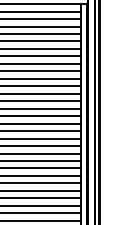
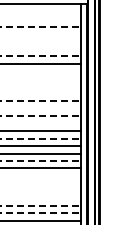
line at (41, 11): present -> none
line at (41, 19): present -> none
line at (41, 26): solid -> dashed
line at (41, 33): present -> none
line at (41, 41): present -> none
line at (41, 48): present -> none
line at (41, 56): solid -> dashed
line at (41, 71): present -> none
line at (41, 78): present -> none
line at (41, 86): present -> none
line at (41, 93): present -> none
line at (41, 101): solid -> dashed
line at (41, 108): present -> none
line at (41, 116): solid -> dashed
line at (41, 123): present -> none
line at (41, 138): solid -> dashed
line at (41, 160): solid -> dashed
line at (41, 175): present -> none
line at (41, 183): present -> none
line at (41, 190): present -> none
line at (41, 198): present -> none
line at (41, 205): solid -> dashed
line at (41, 213): solid -> dashed
